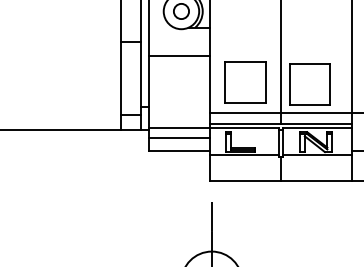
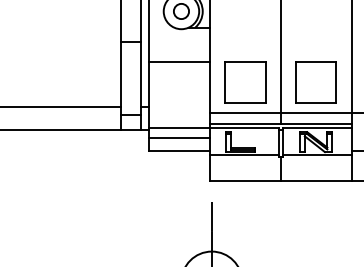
line at (179, 56) position: (179, 56) -> (179, 62)
part at (309, 84) position: (309, 84) -> (315, 82)
line at (61, 106): none -> present
